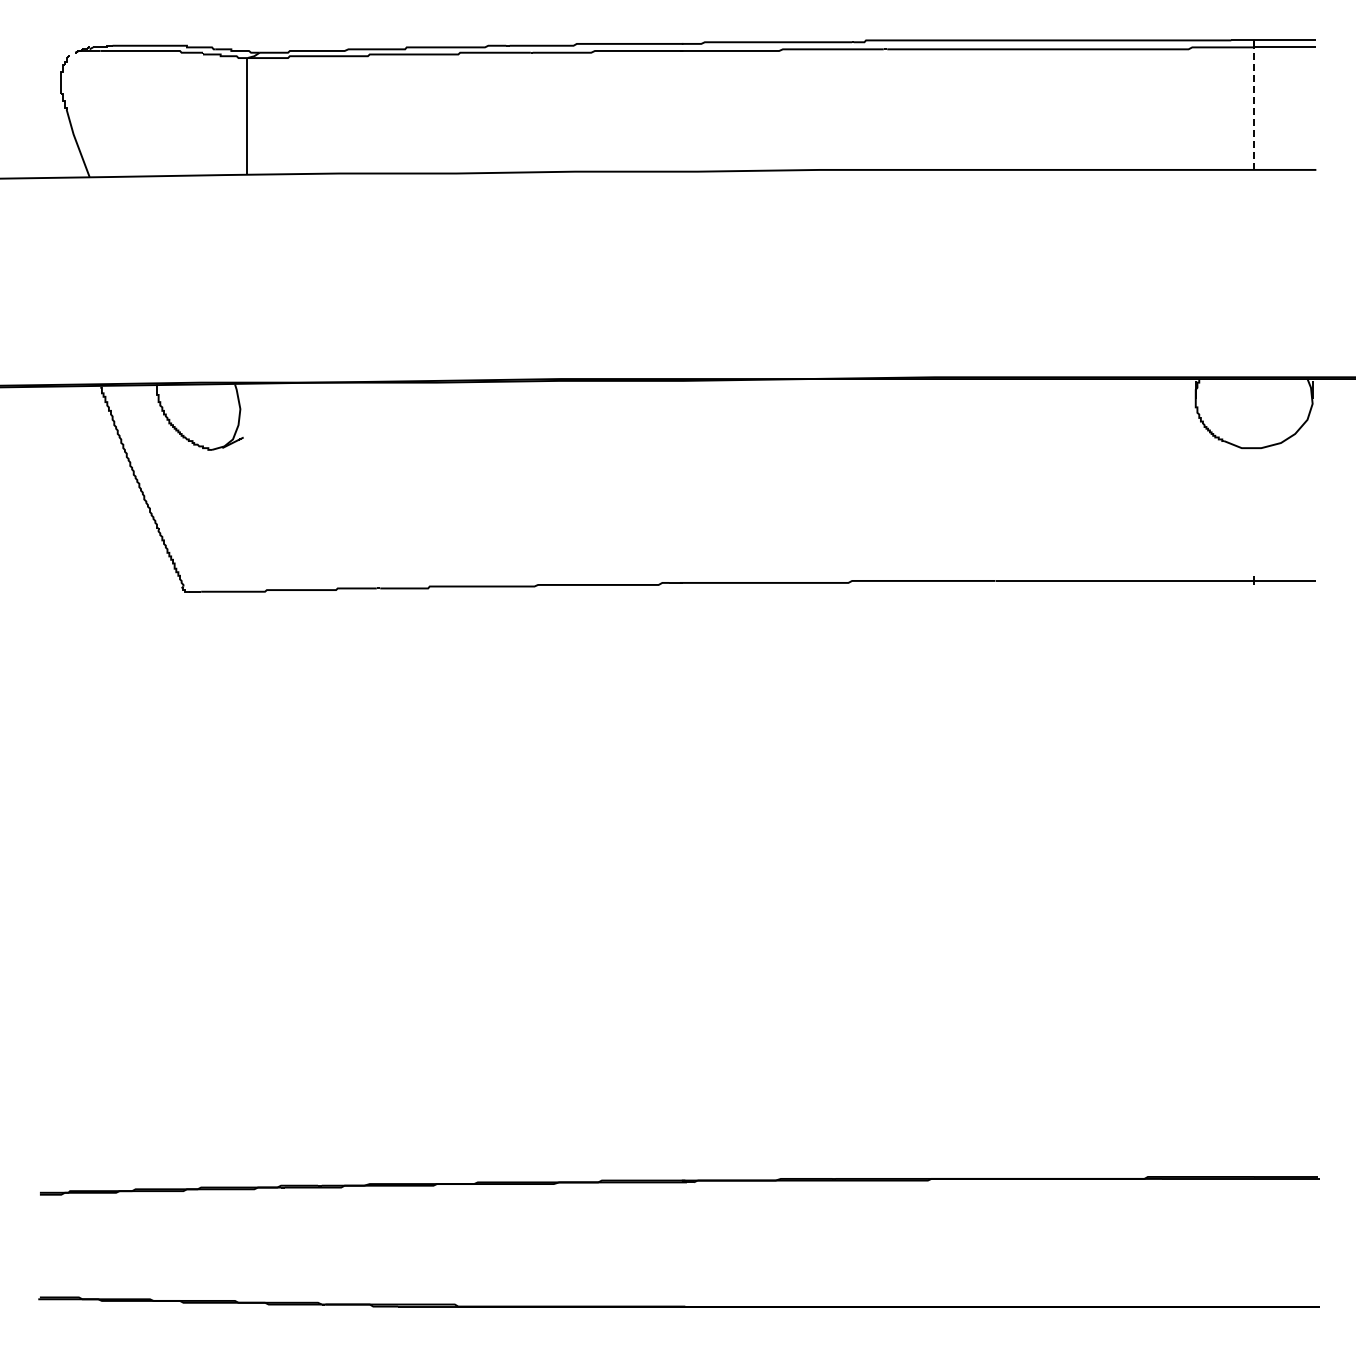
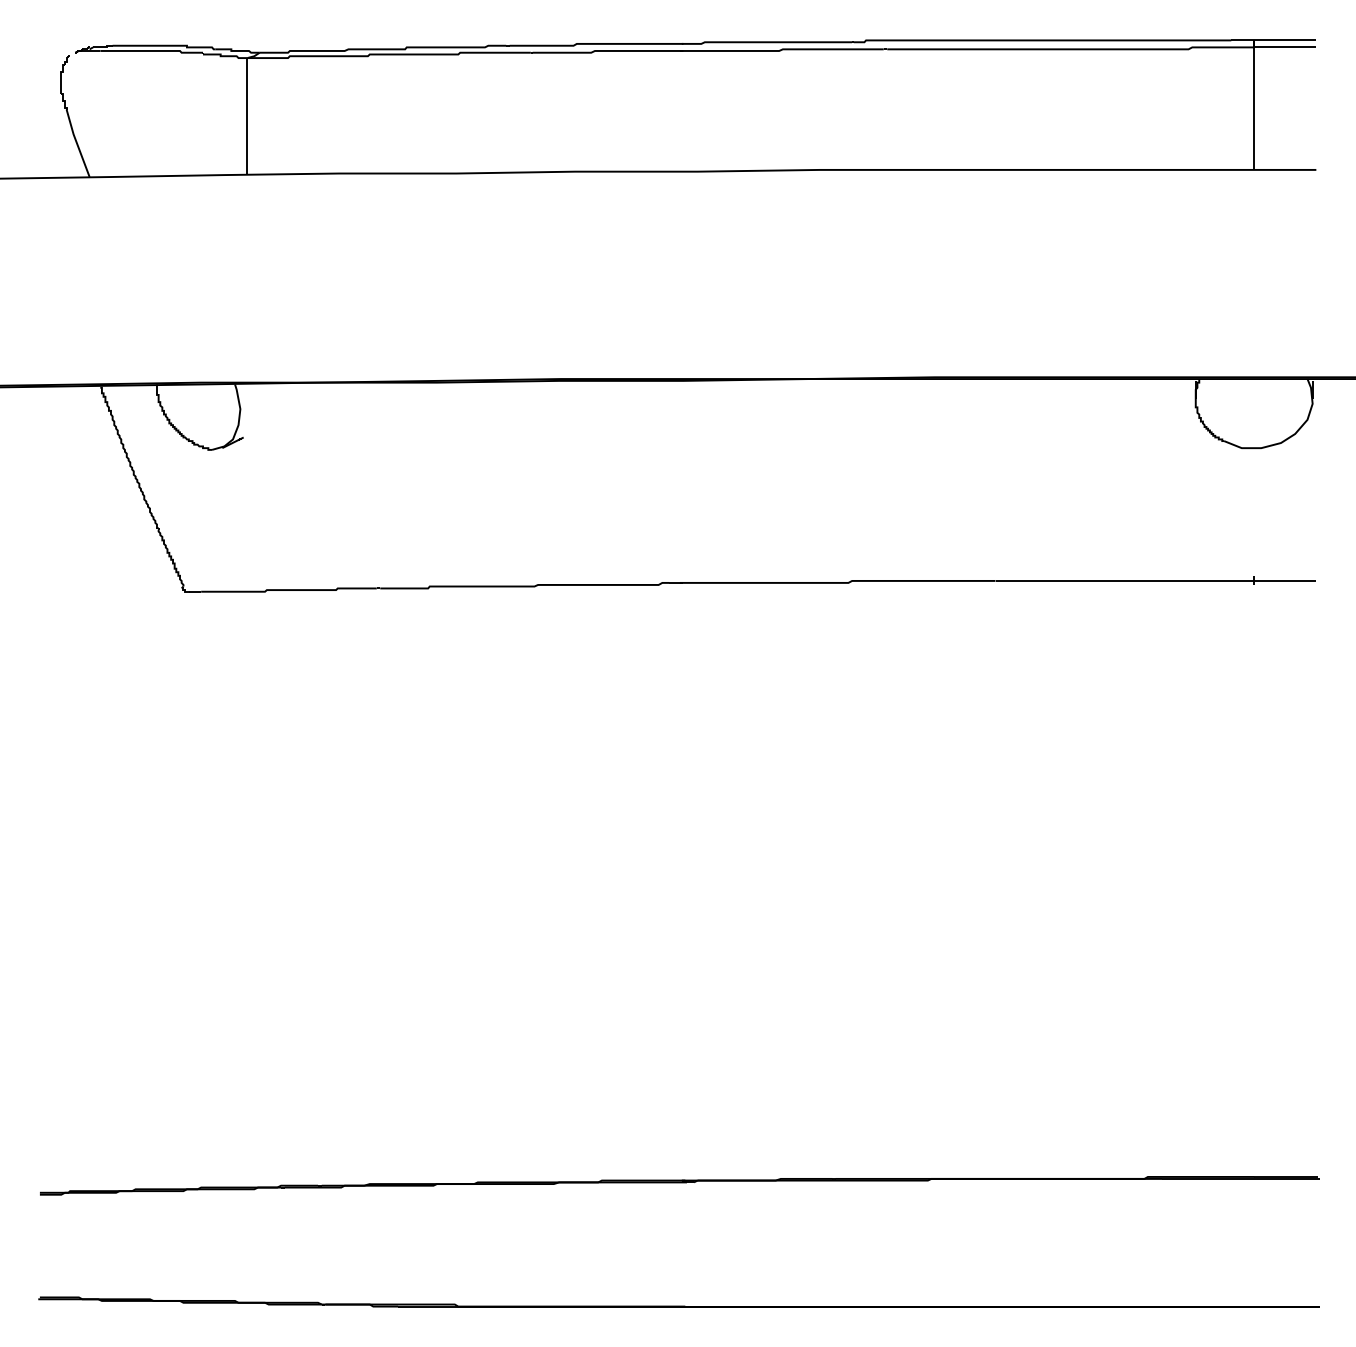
line at (1254, 108): dashed -> solid
